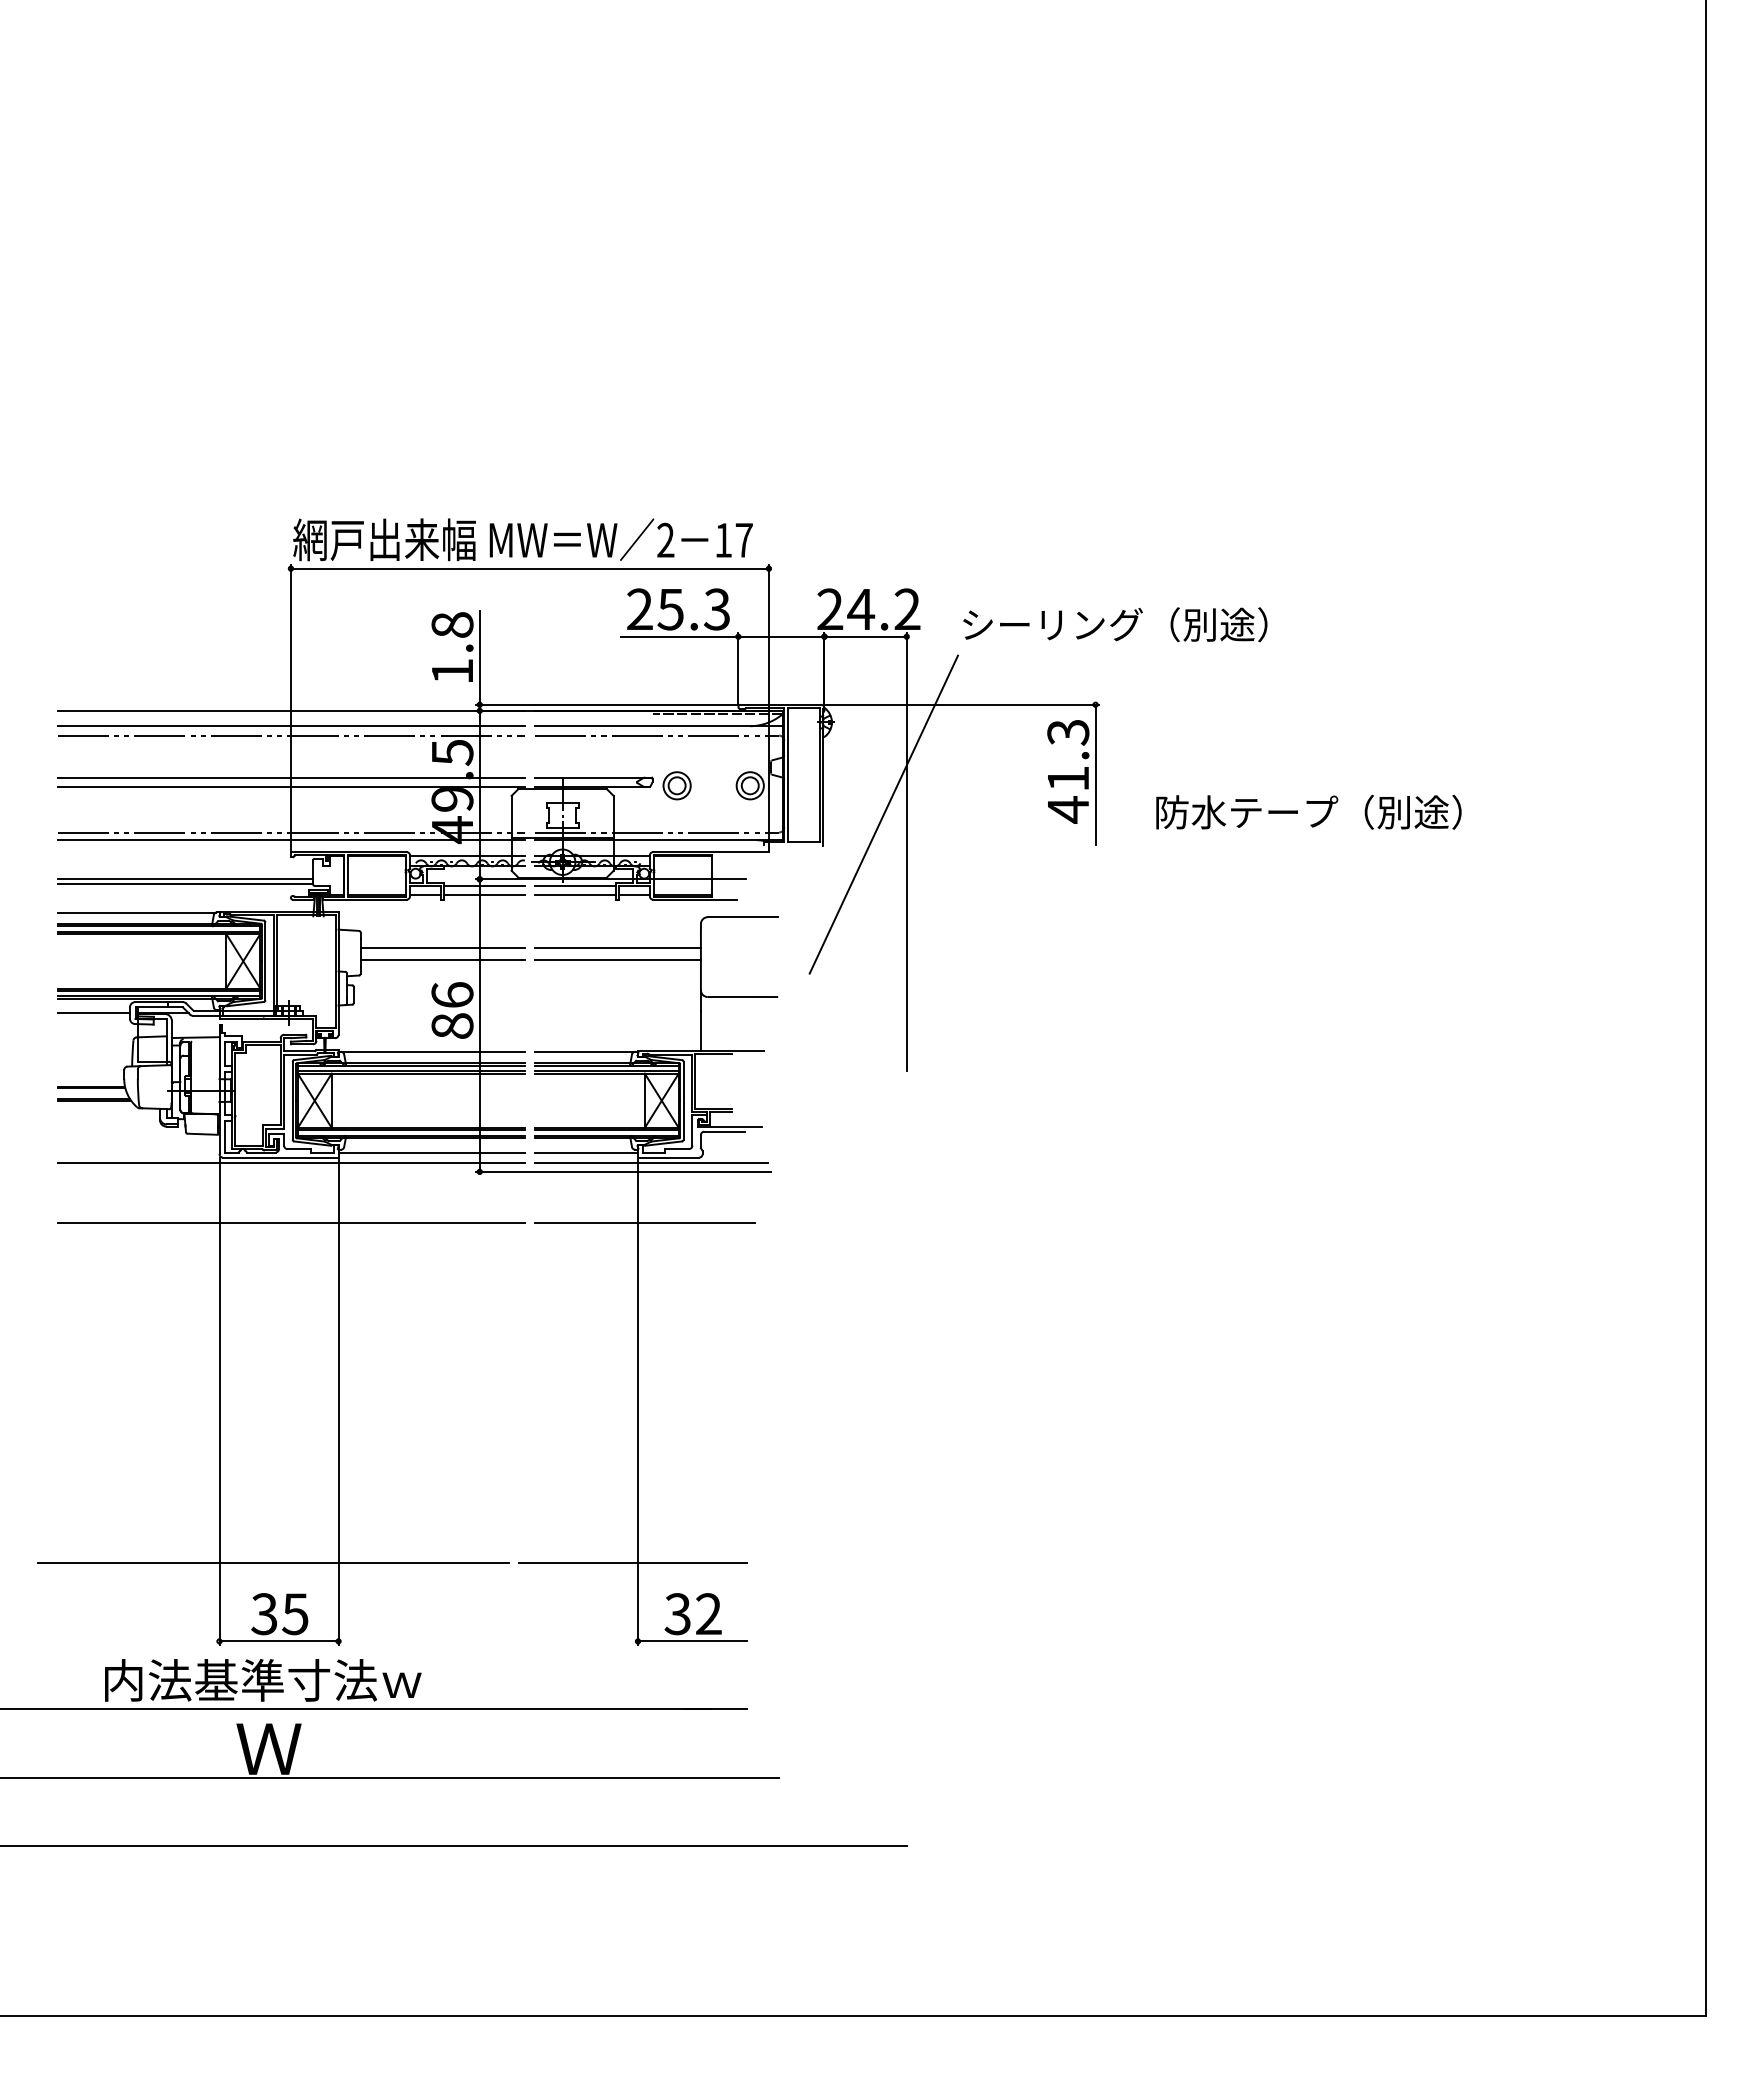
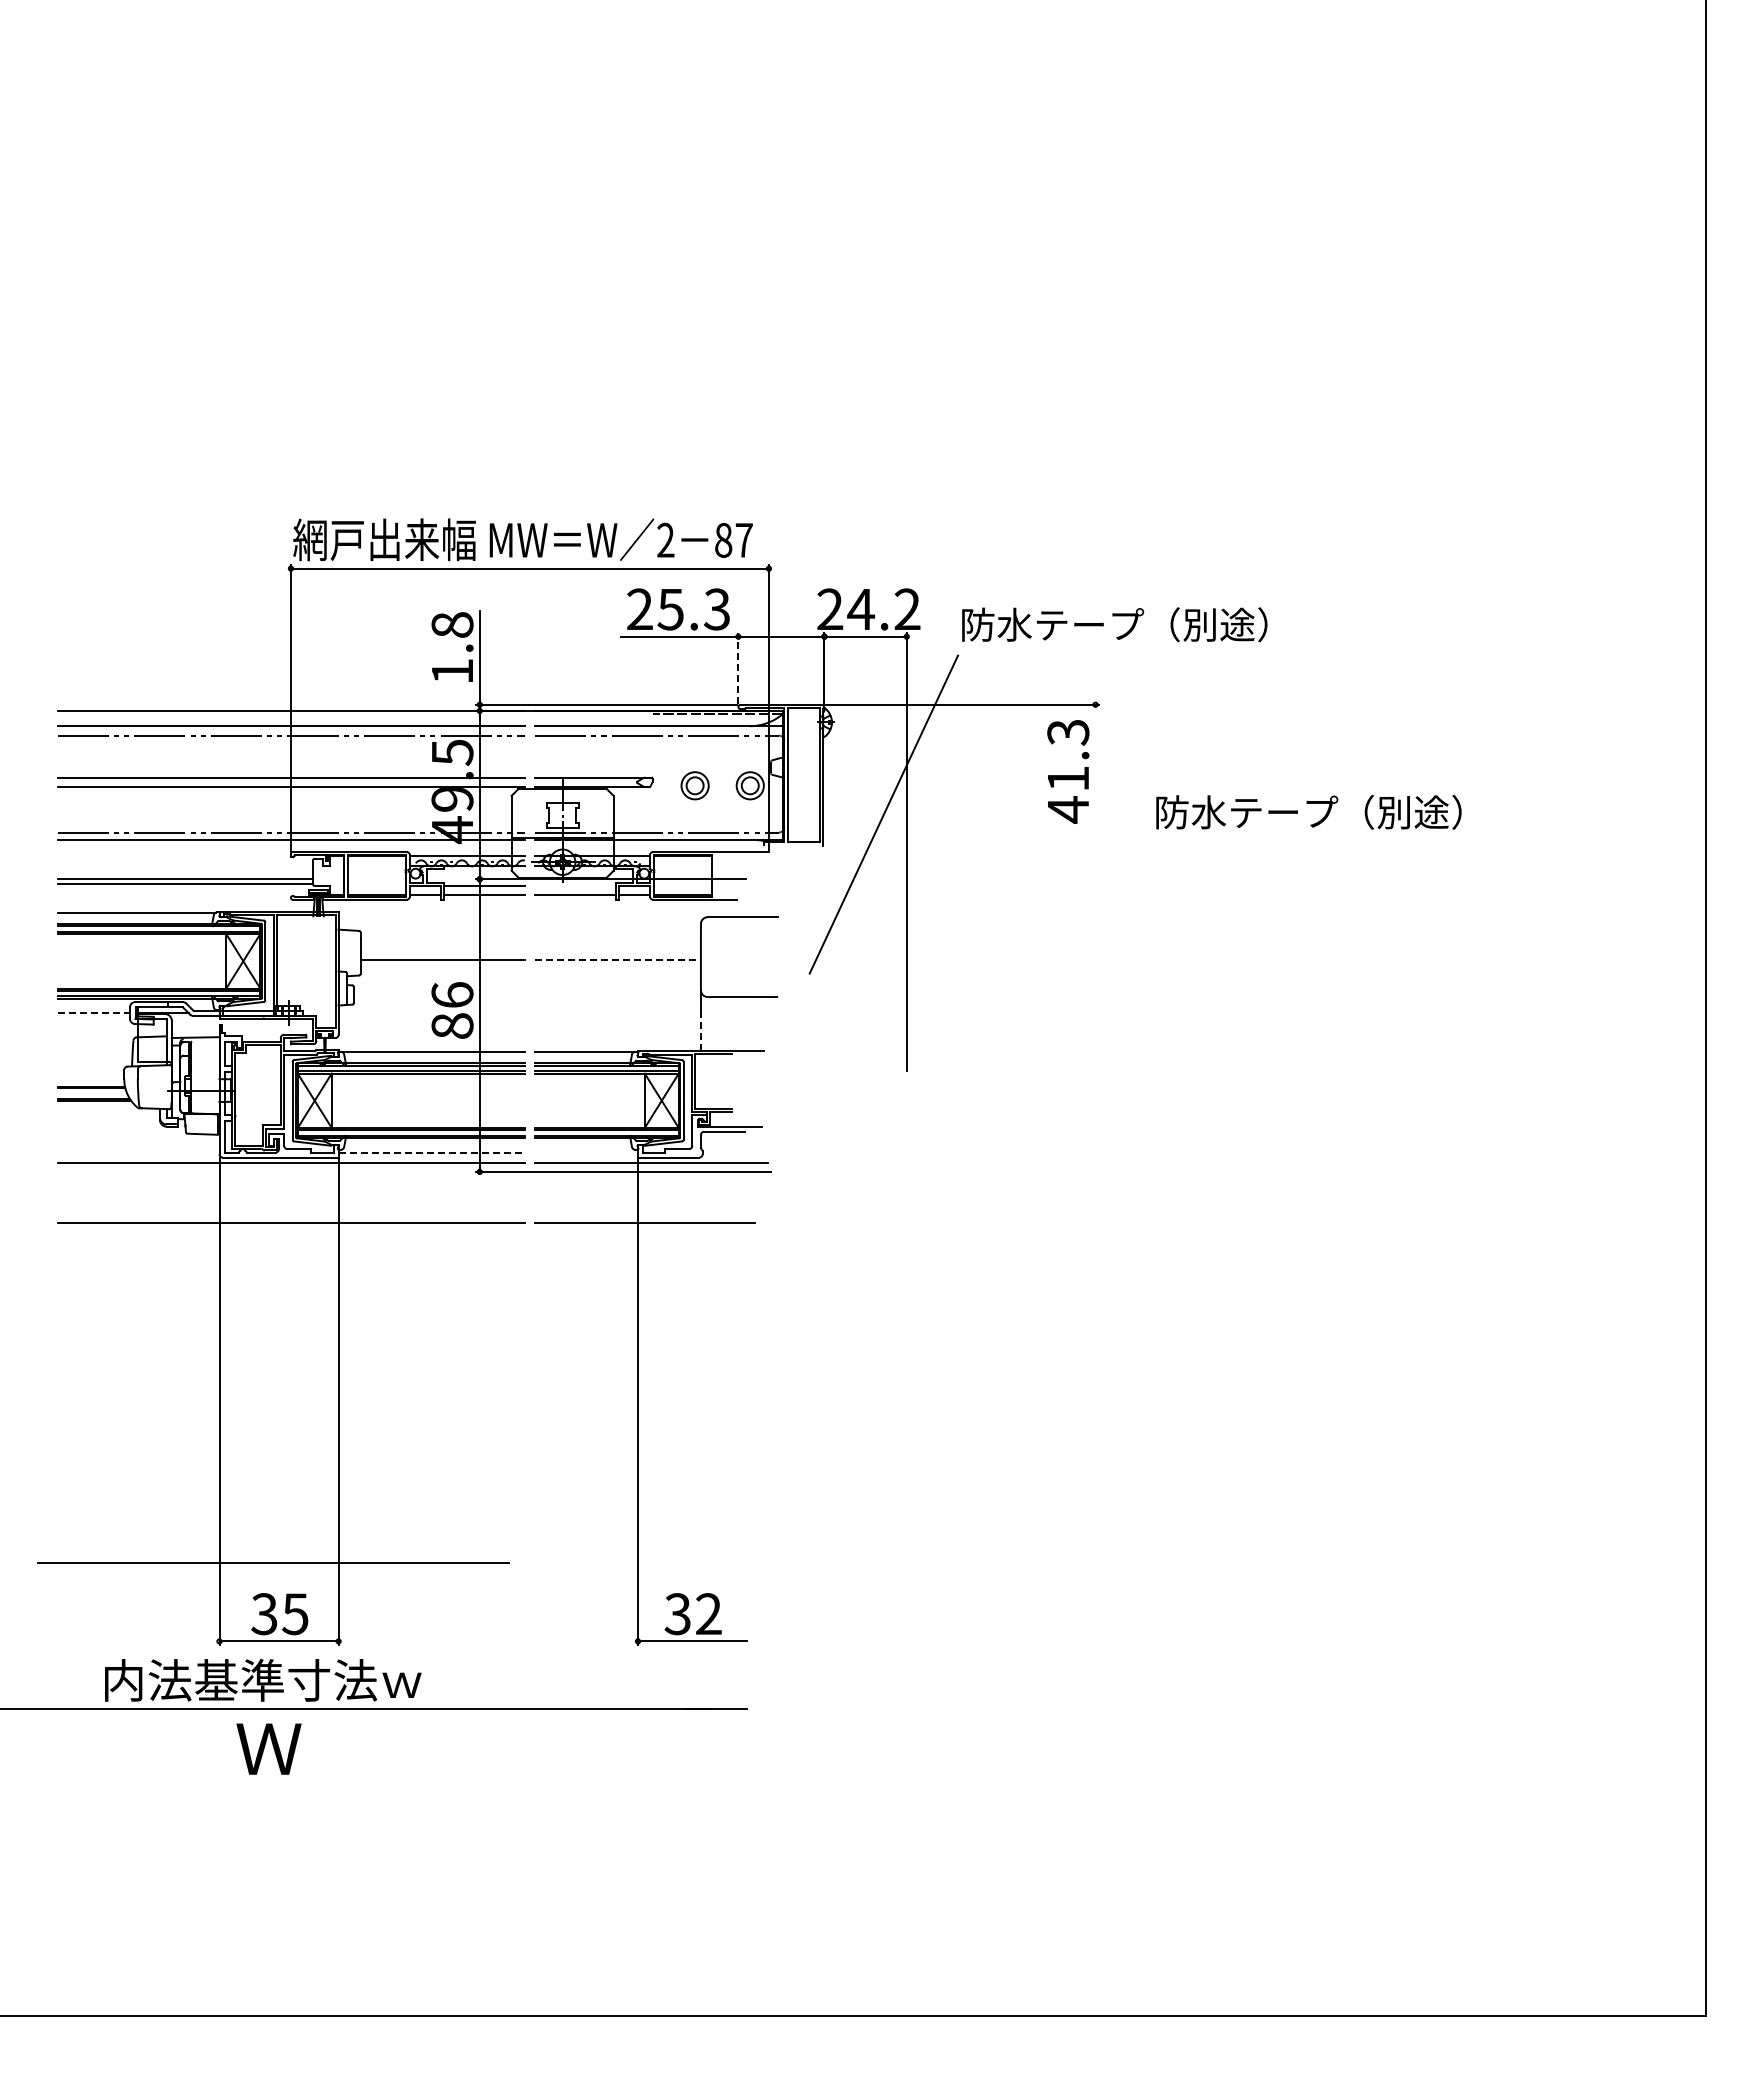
text at (723, 540): 17 -> 87
text at (1053, 624): シーリング（別途） -> 防水テープ（別途）
line at (738, 667): solid -> dashed
line at (1095, 774): present -> none
part at (676, 785) position: (676, 785) -> (694, 785)
line at (575, 886): present -> none
line at (442, 948): present -> none
line at (617, 948): present -> none
line at (617, 959): solid -> dashed
line at (94, 1013): solid -> dashed
line at (700, 1030): solid -> dashed
line at (432, 1152): solid -> dashed
line at (586, 1152): present -> none
line at (632, 1563): present -> none
line at (390, 1777): present -> none
line at (454, 1845): present -> none
